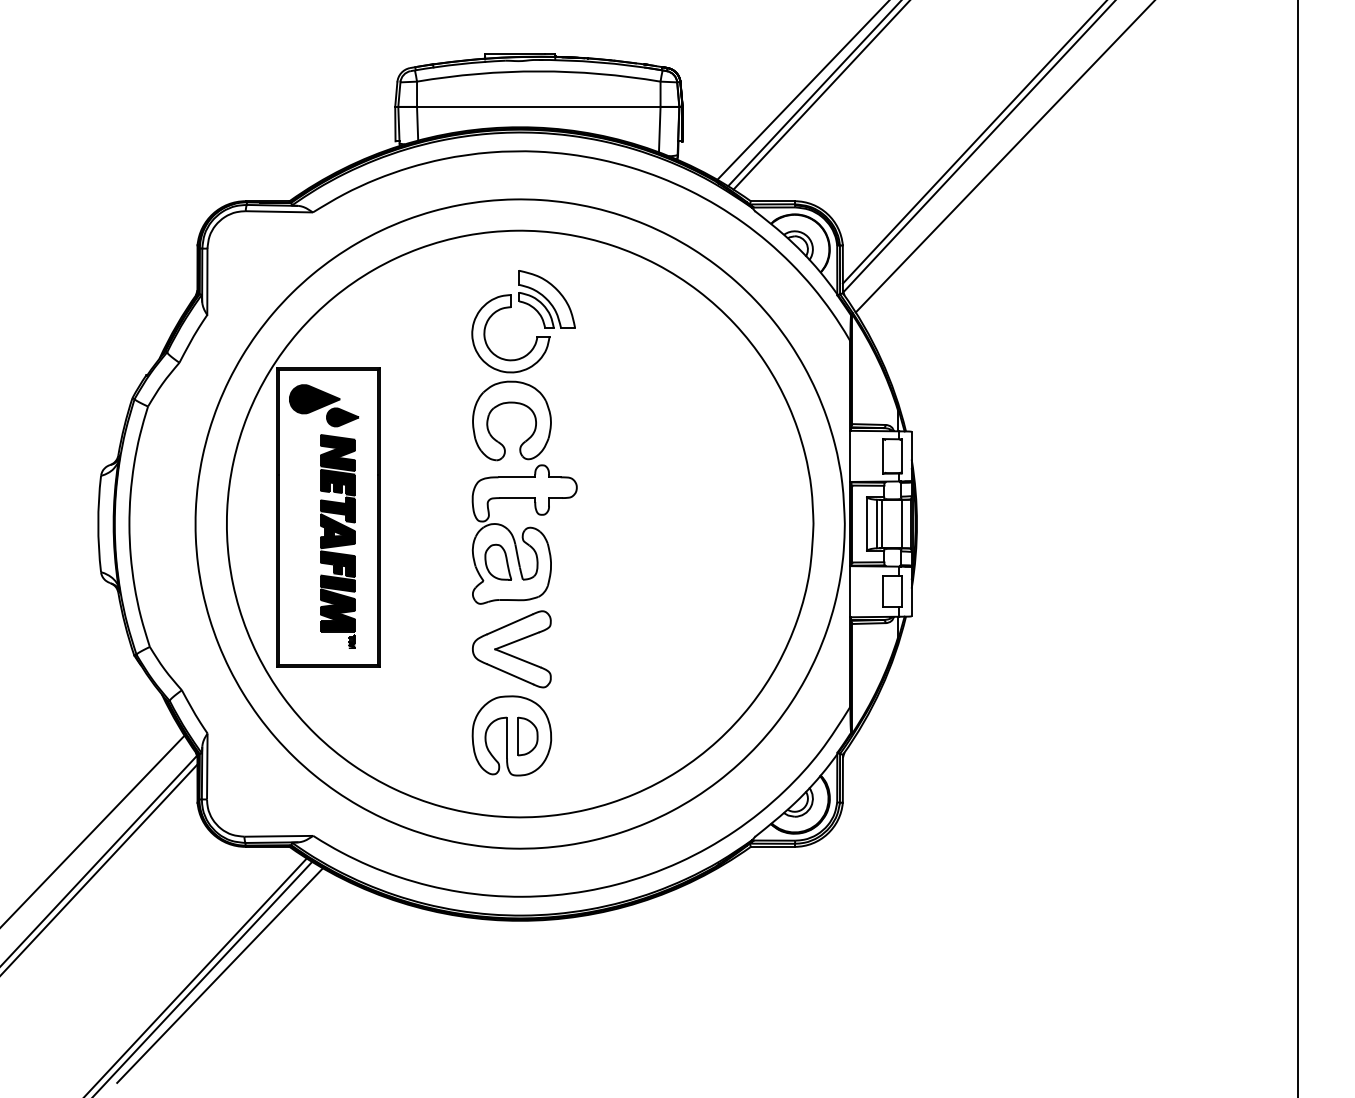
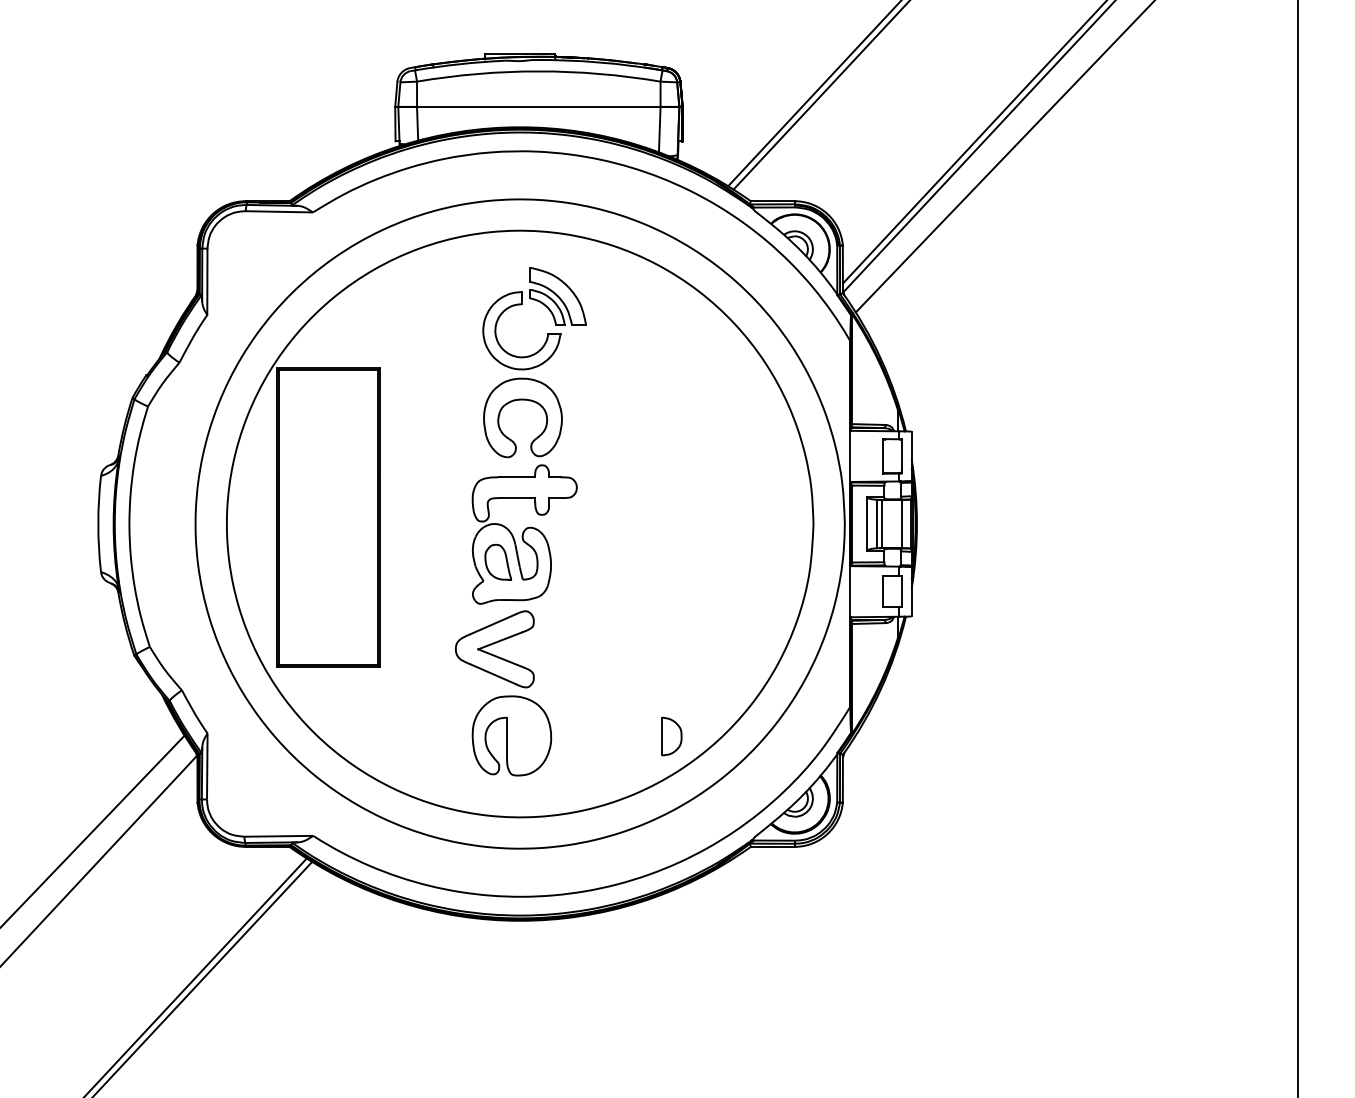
line at (802, 90): present -> none
part at (523, 365) position: (523, 365) -> (534, 362)
part at (324, 516): present -> none
part at (511, 649) position: (511, 649) -> (494, 649)
part at (527, 736) position: (527, 736) -> (671, 736)
line at (99, 868): present -> none
line at (219, 975): present -> none
